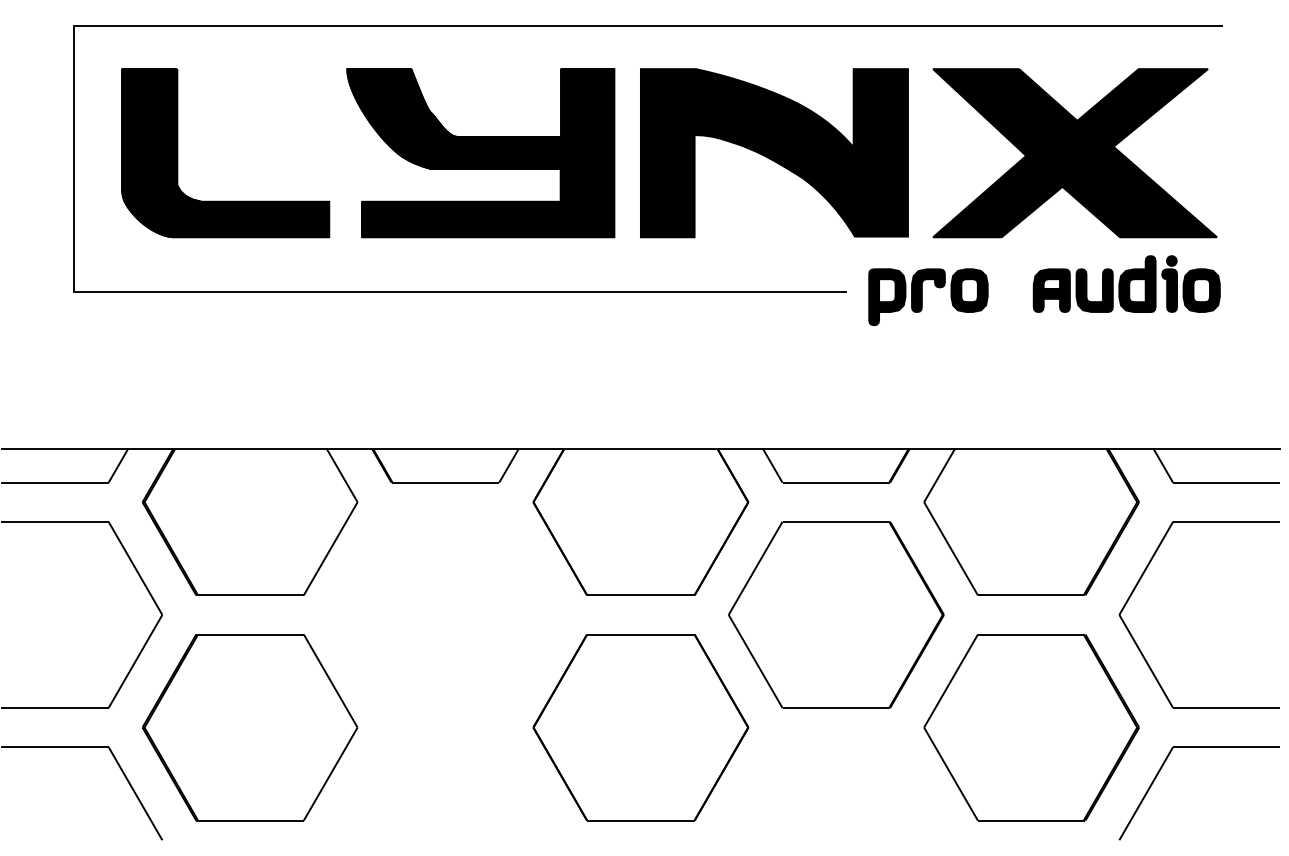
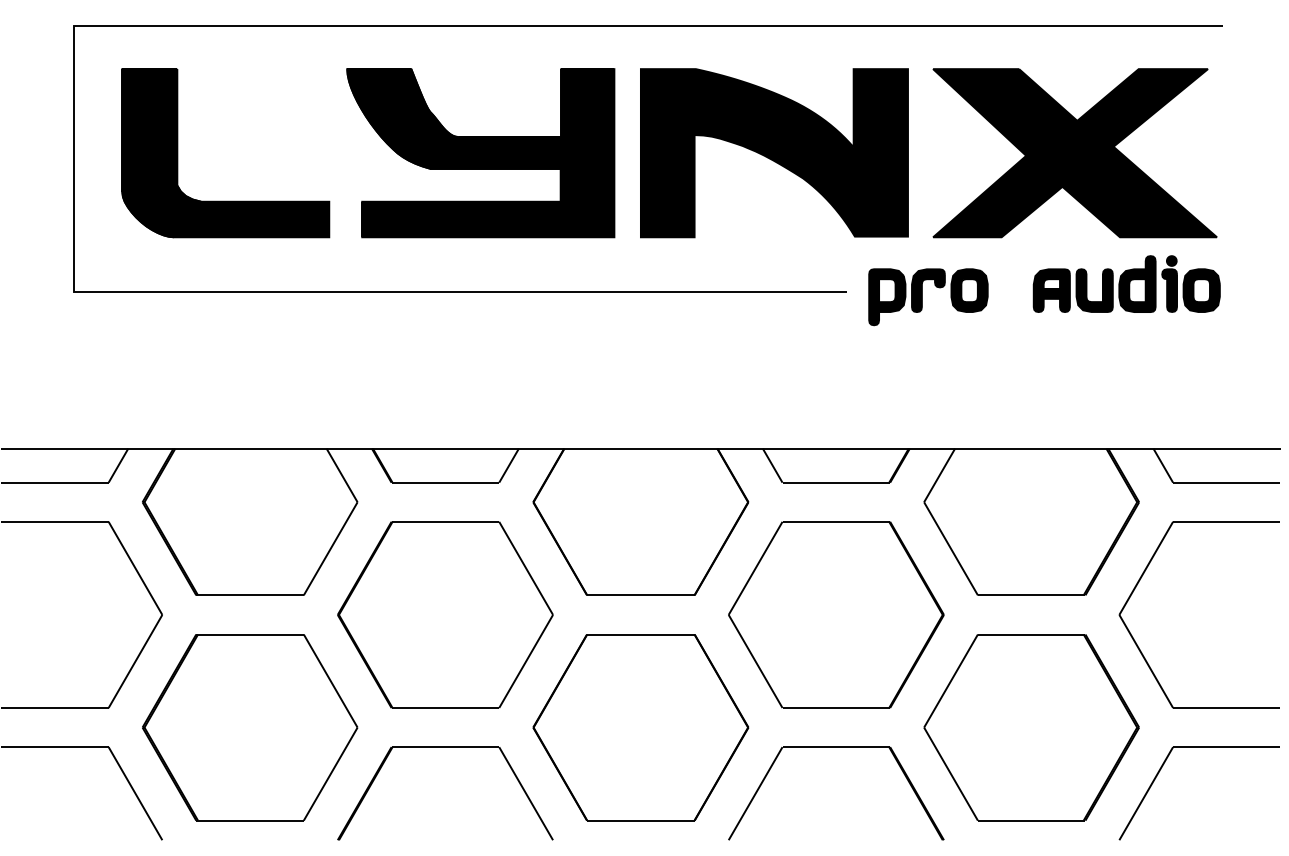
part at (445, 614): none -> present
part at (445, 747): none -> present
part at (836, 747): none -> present
